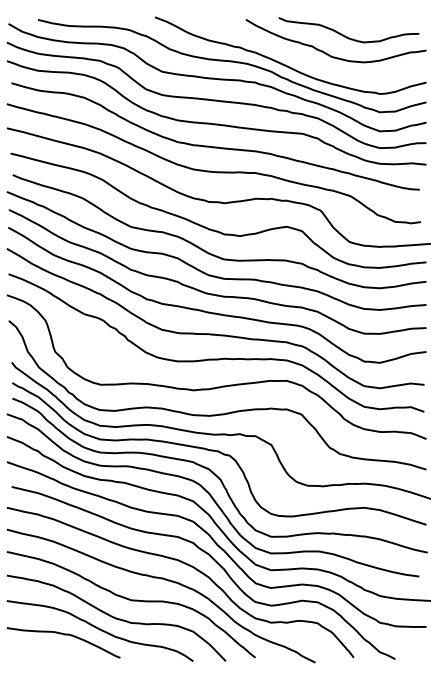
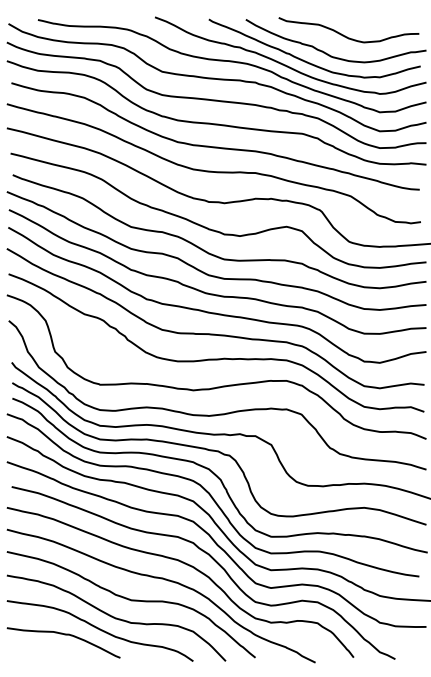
curve at (310, 62): none -> present
